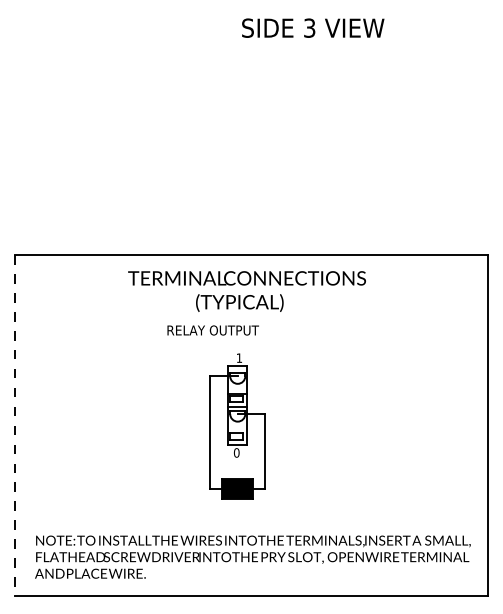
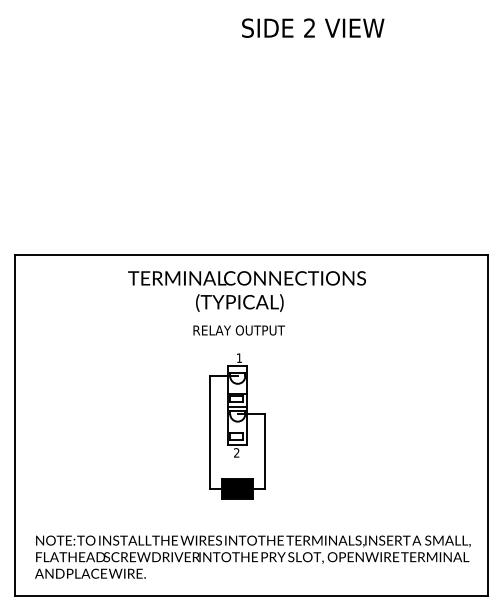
text at (309, 27): 3 -> 2
text at (212, 330) position: (212, 330) -> (238, 330)
line at (14, 425): dashed -> solid
text at (236, 452): 0 -> 2
